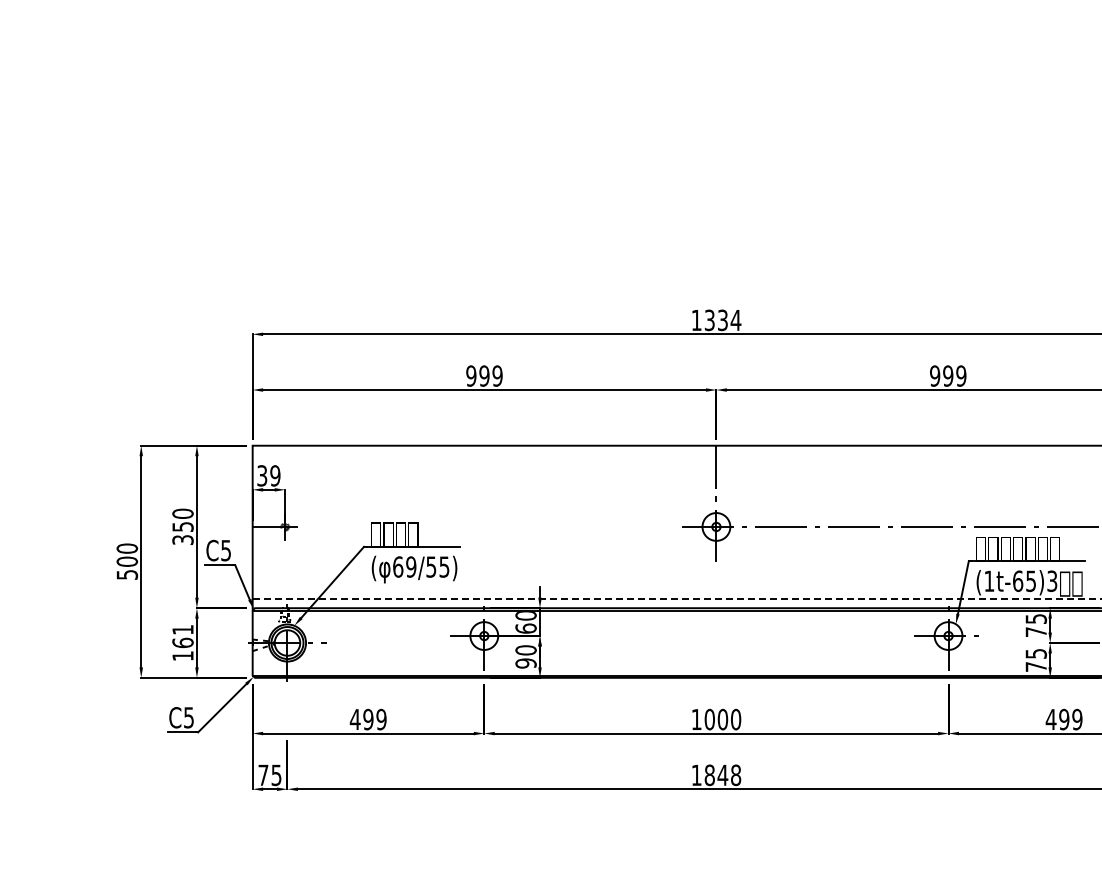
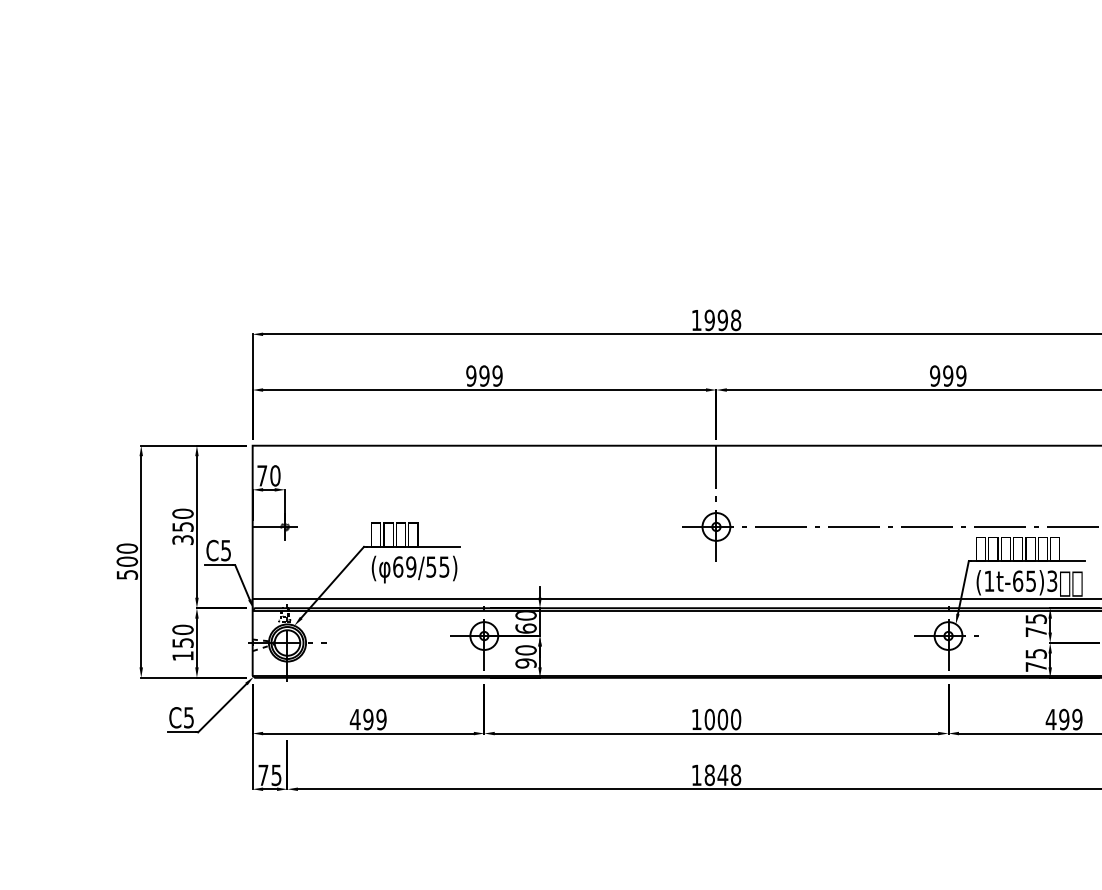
text at (722, 320): 1334 -> 1998
text at (268, 475): 39 -> 70
line at (677, 598): dashed -> solid
text at (182, 636): 161 -> 150
